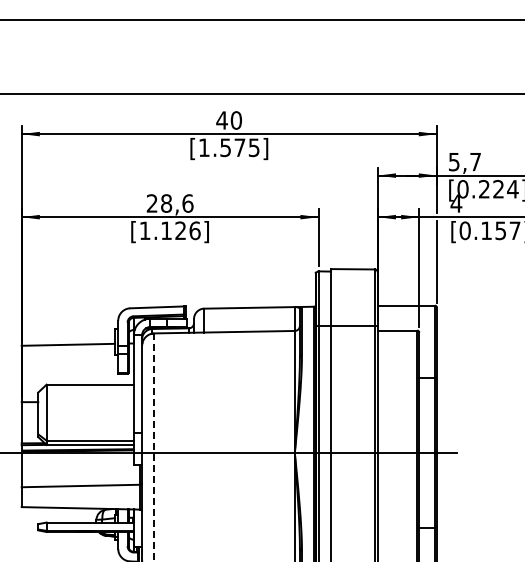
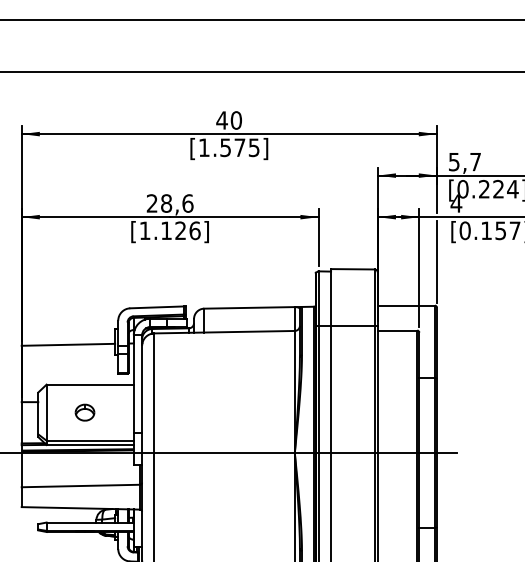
line at (261, 93) position: (261, 93) -> (261, 71)
part at (84, 412): none -> present
line at (154, 448): dashed -> solid
